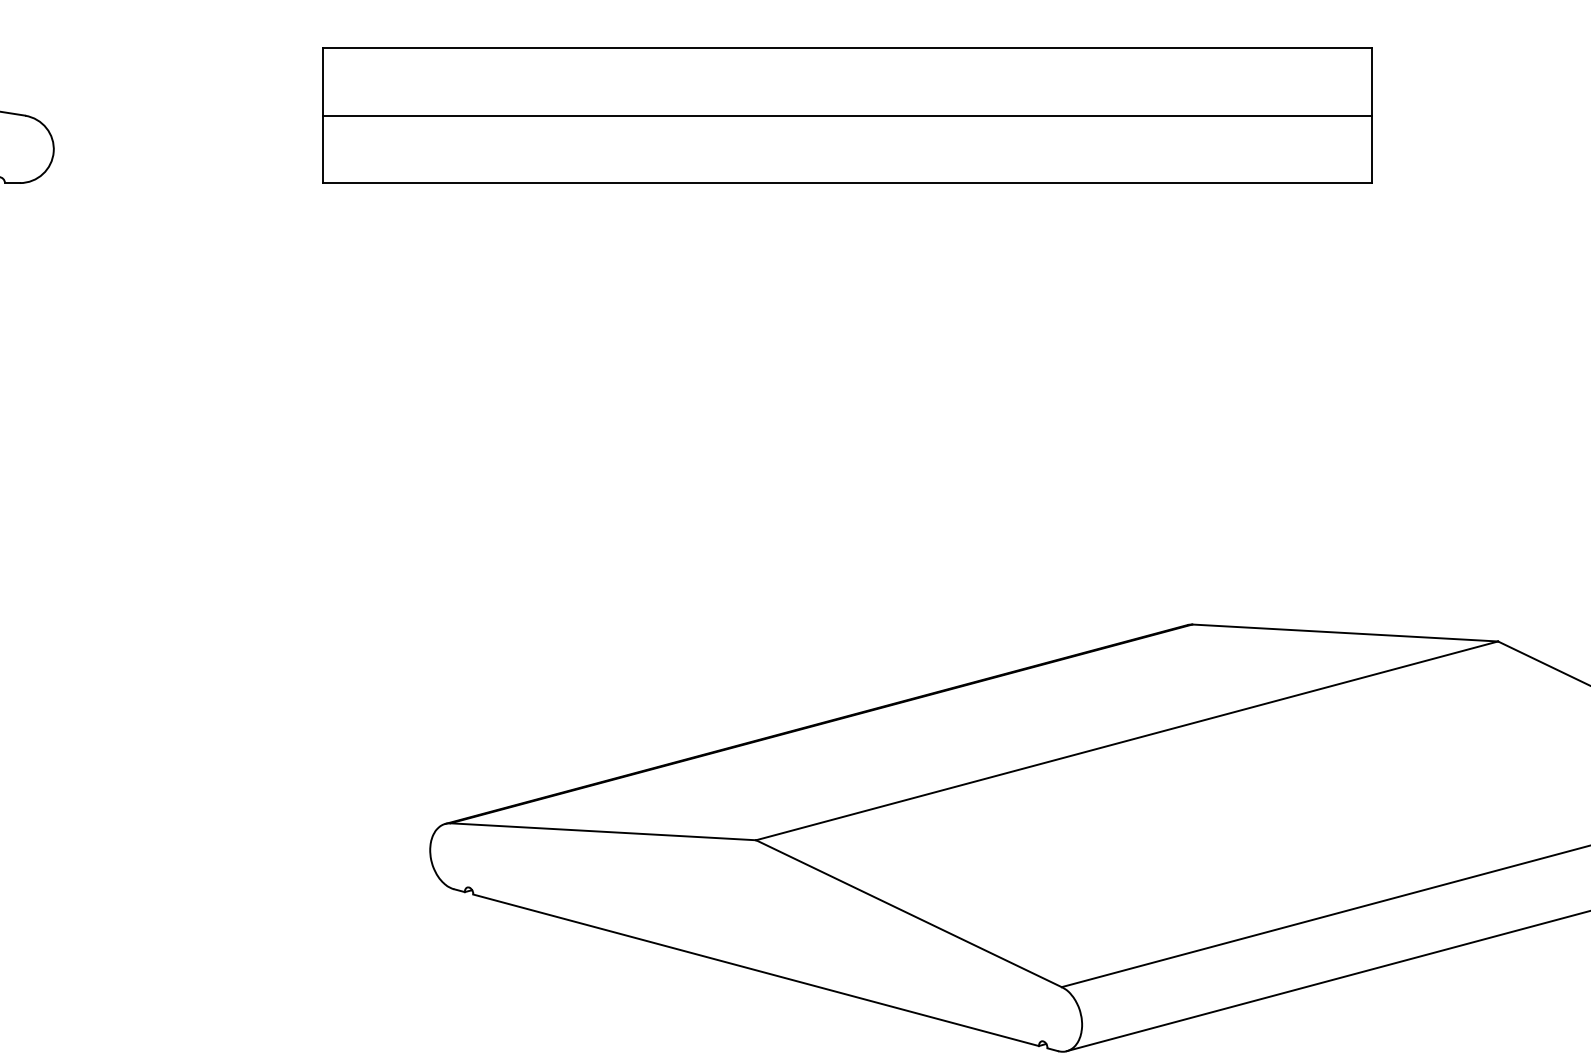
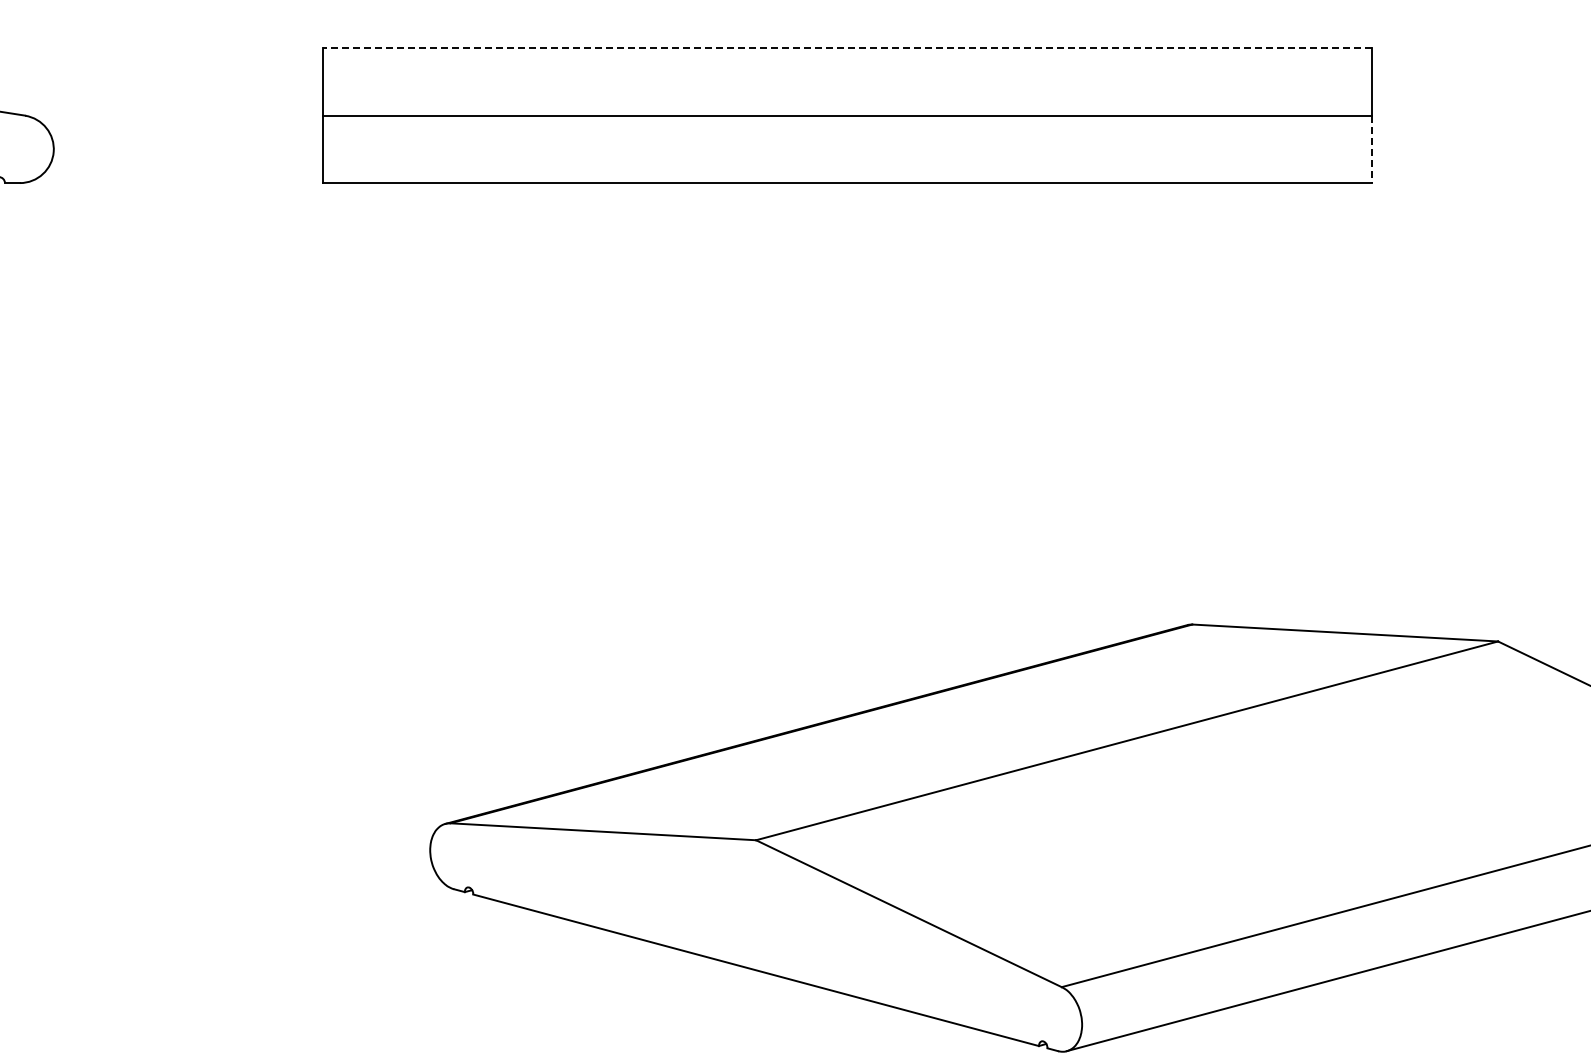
line at (847, 48): solid -> dashed
line at (1372, 149): solid -> dashed
